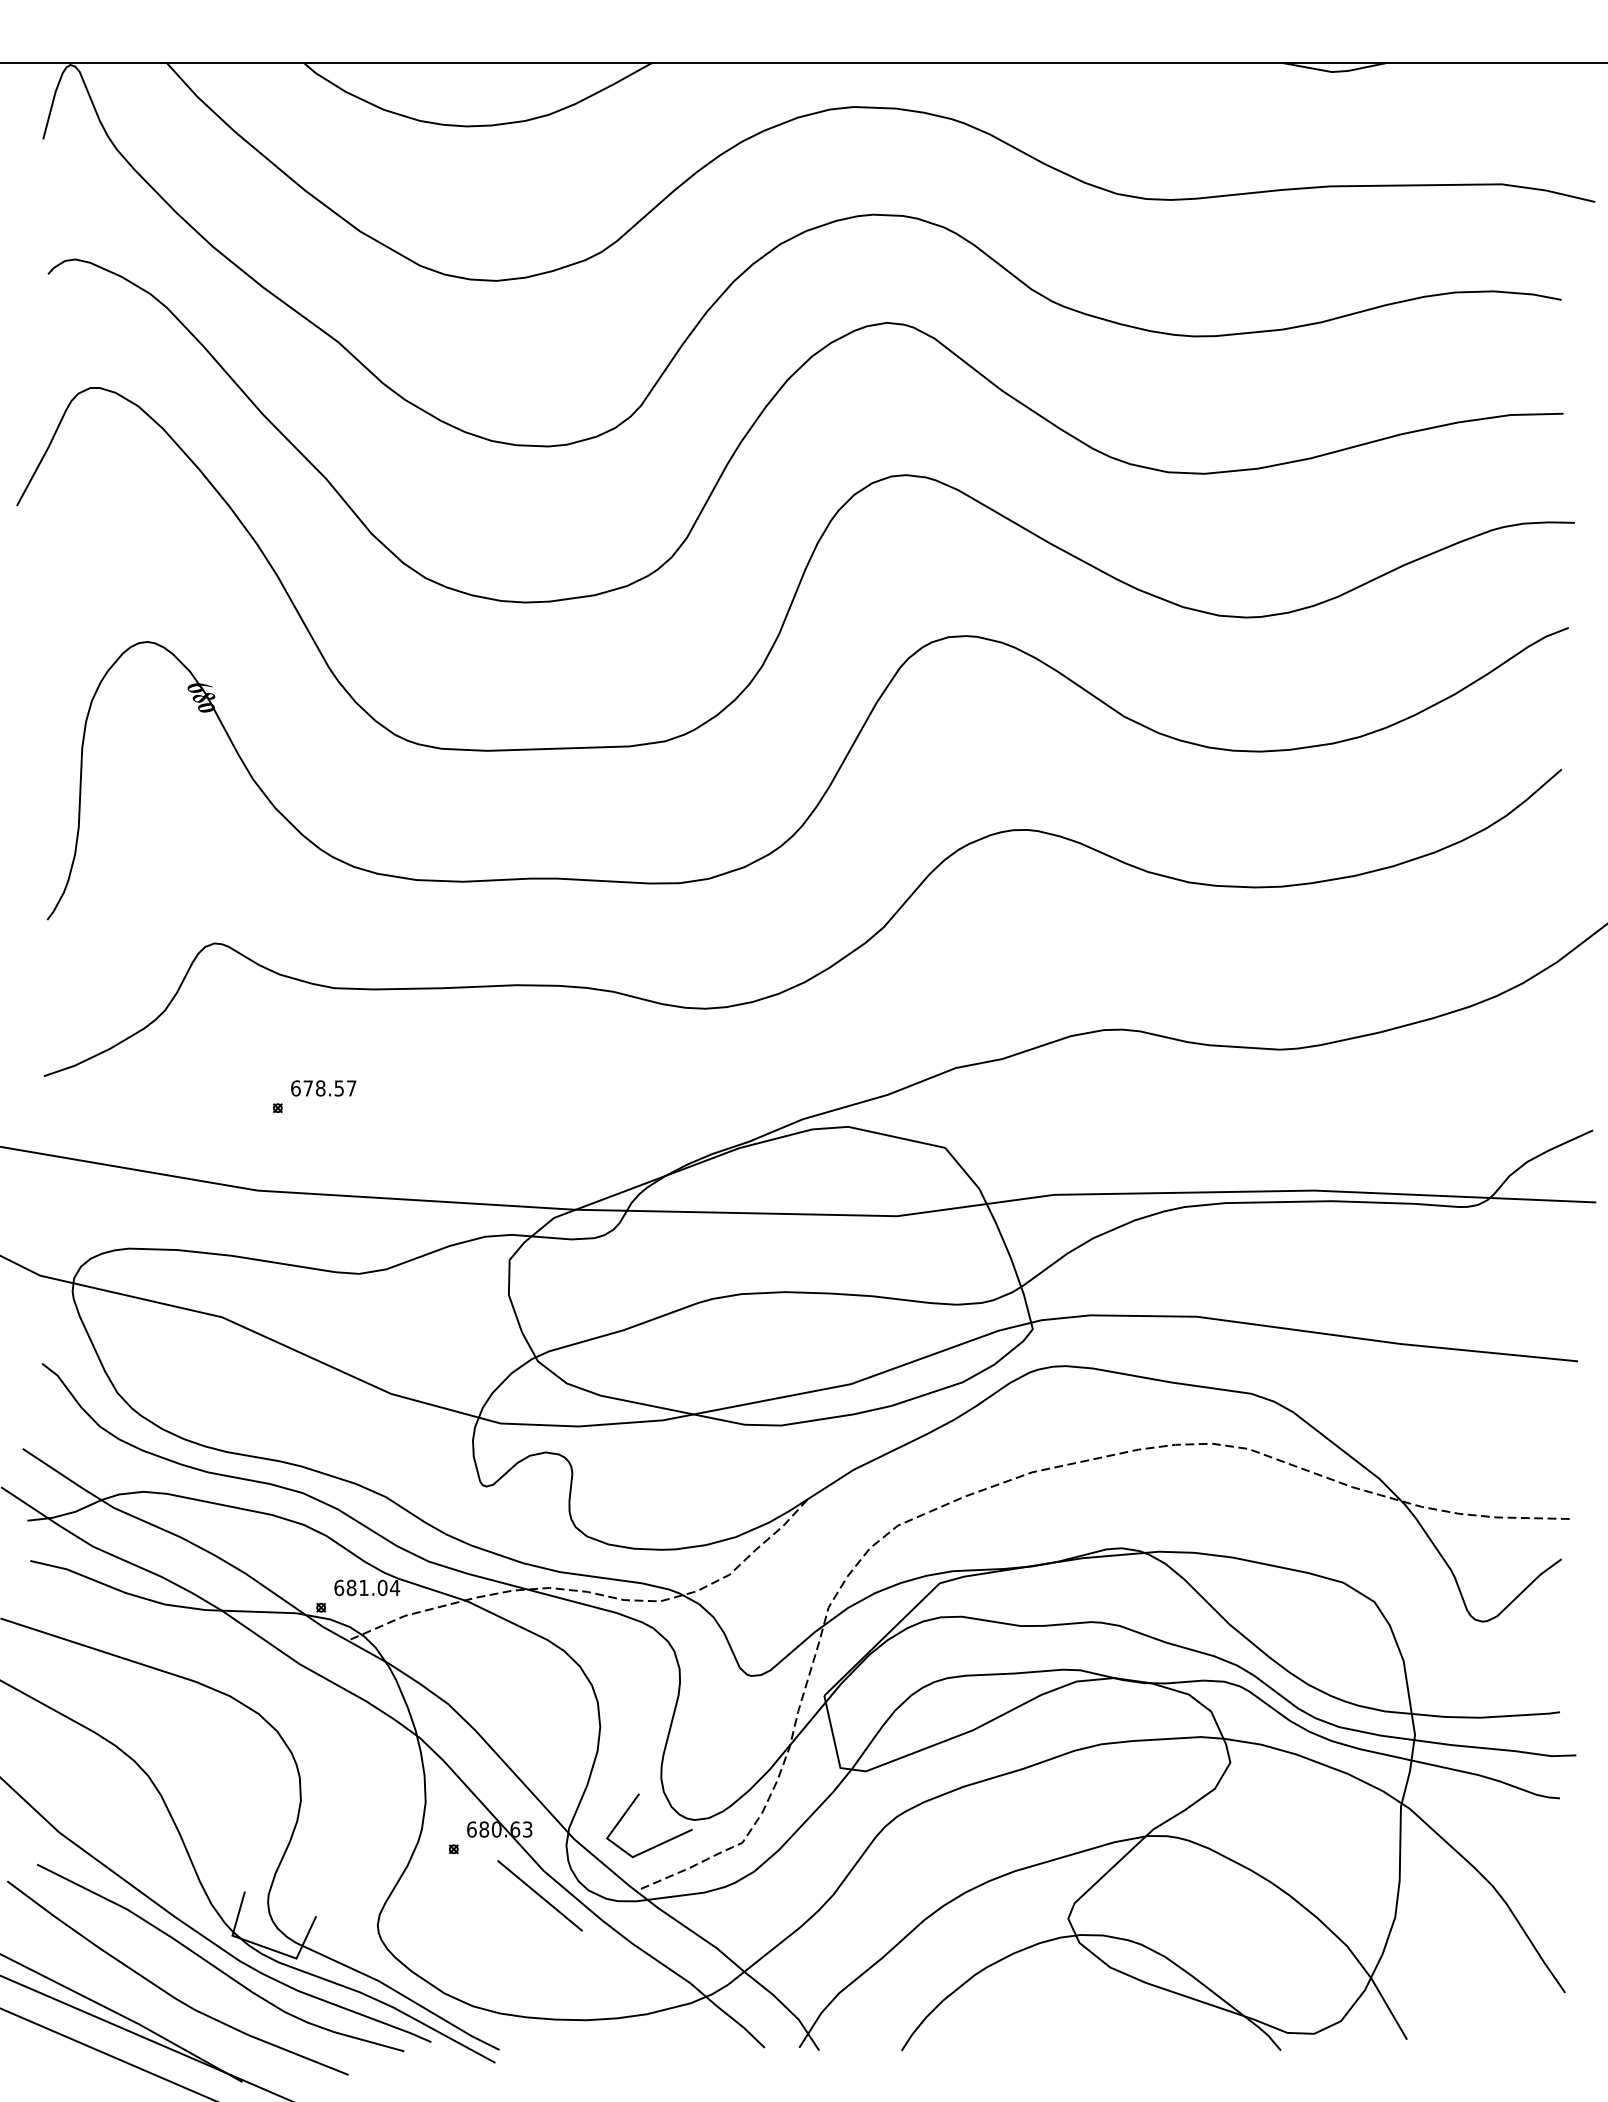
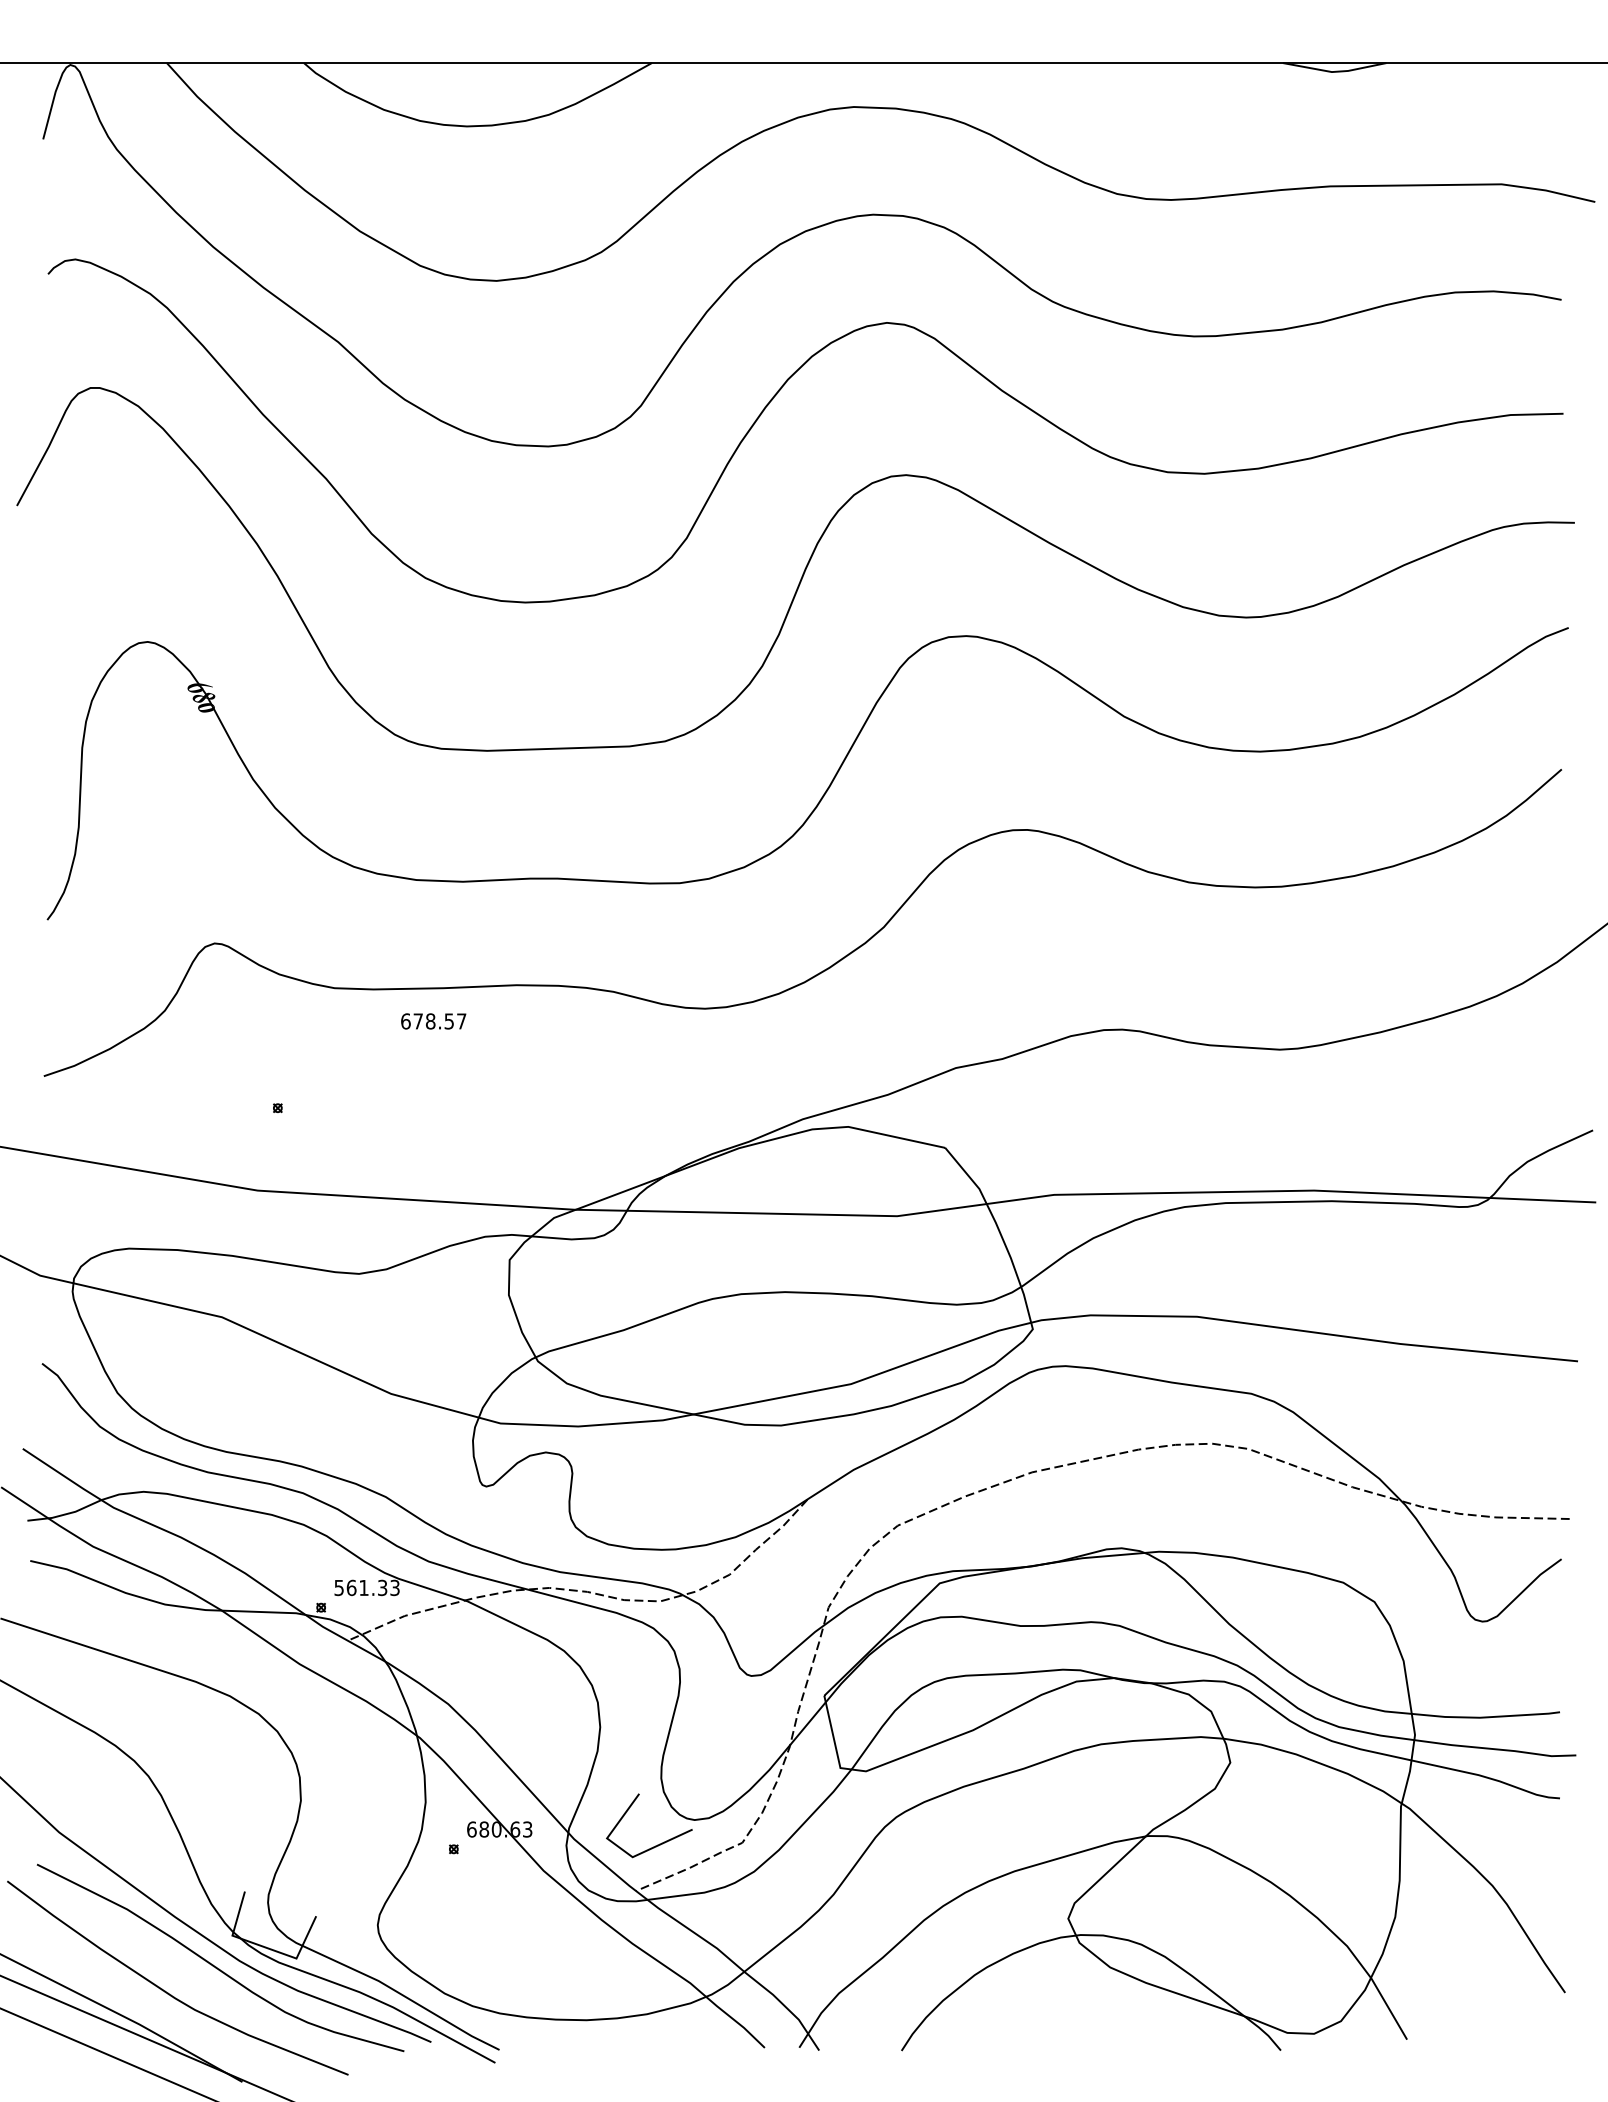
text at (323, 1088) position: (323, 1088) -> (433, 1021)
text at (367, 1587): 681.04 -> 561.33
line at (539, 1895): present -> none
